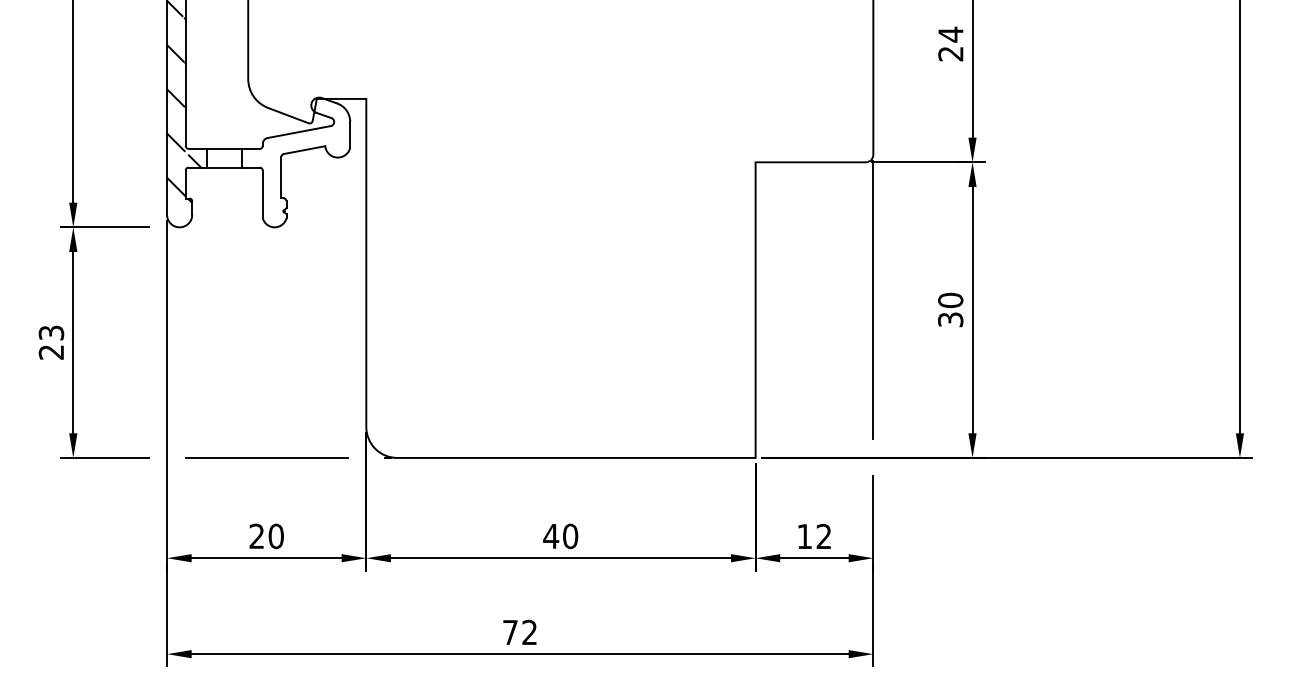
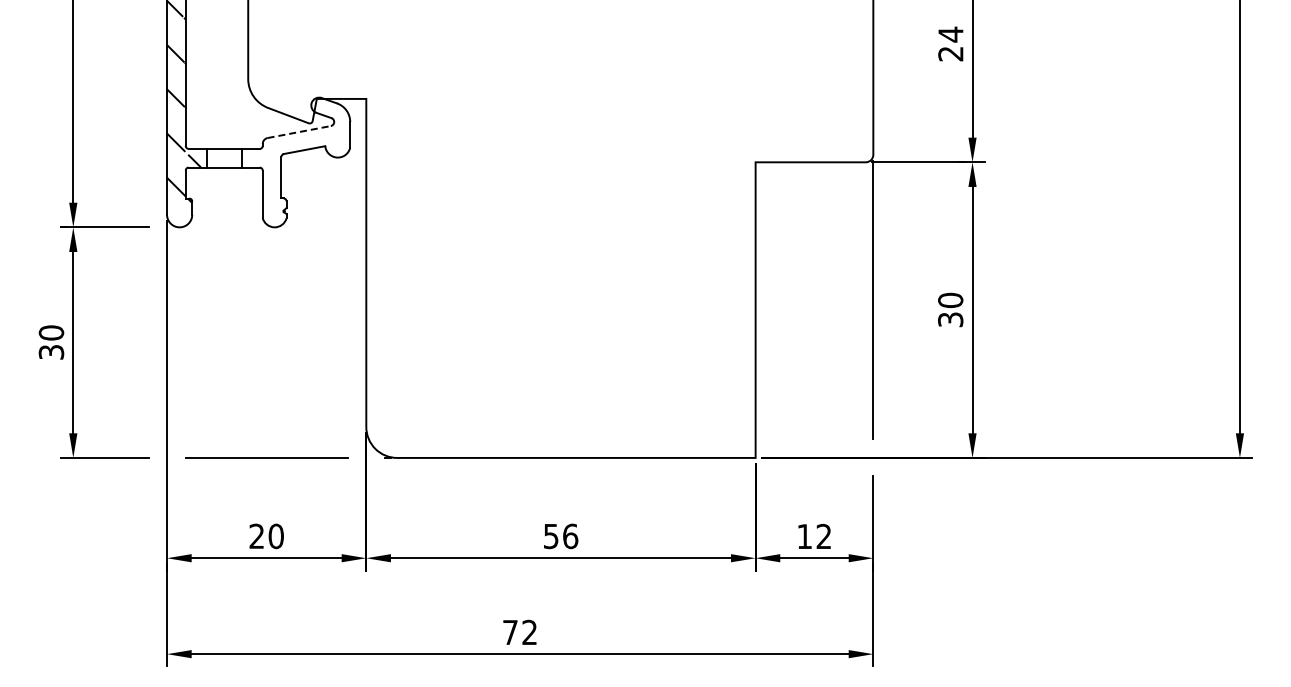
line at (299, 131): solid -> dashed
text at (51, 342): 23 -> 30
text at (560, 536): 40 -> 56
